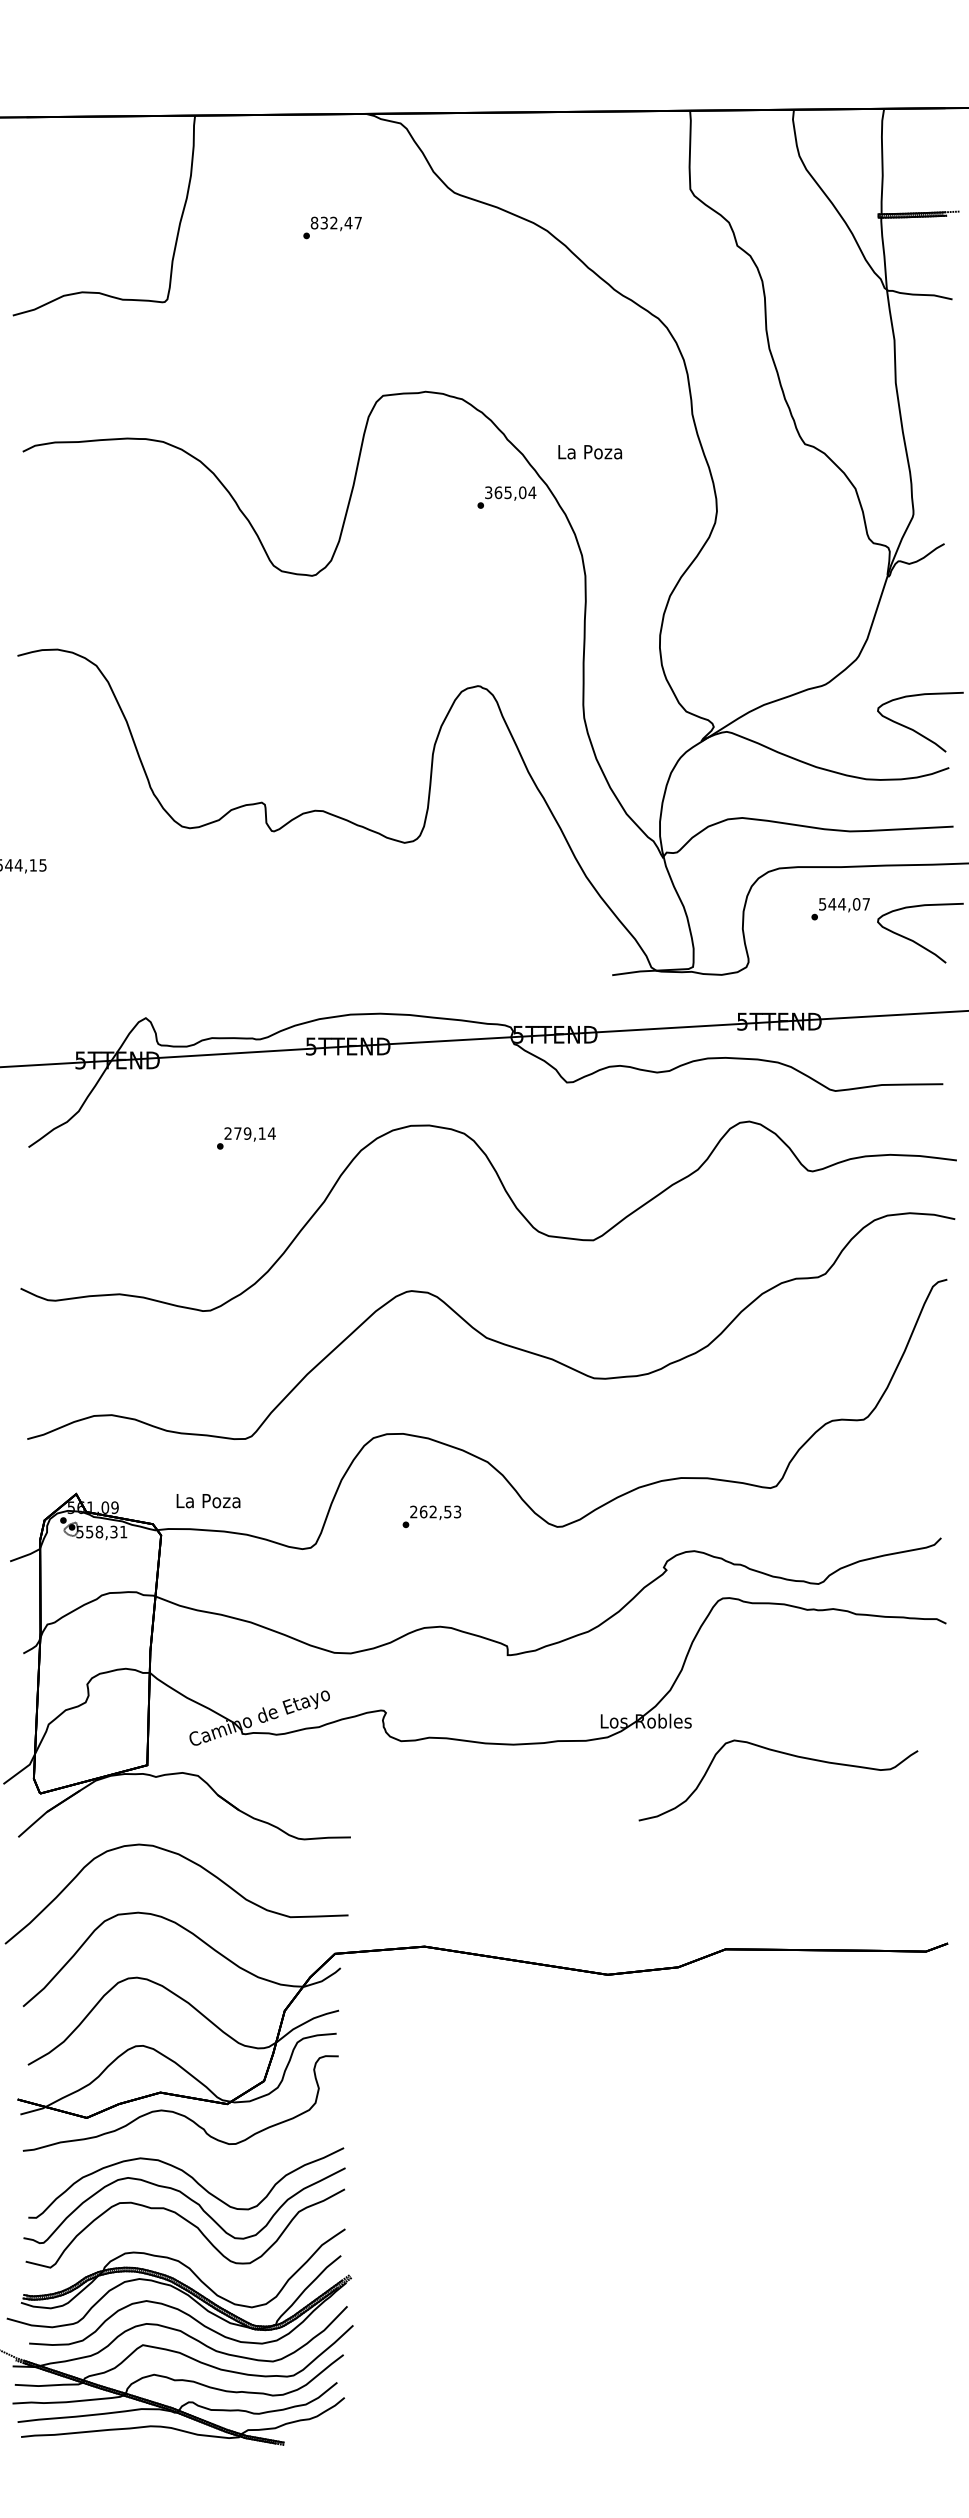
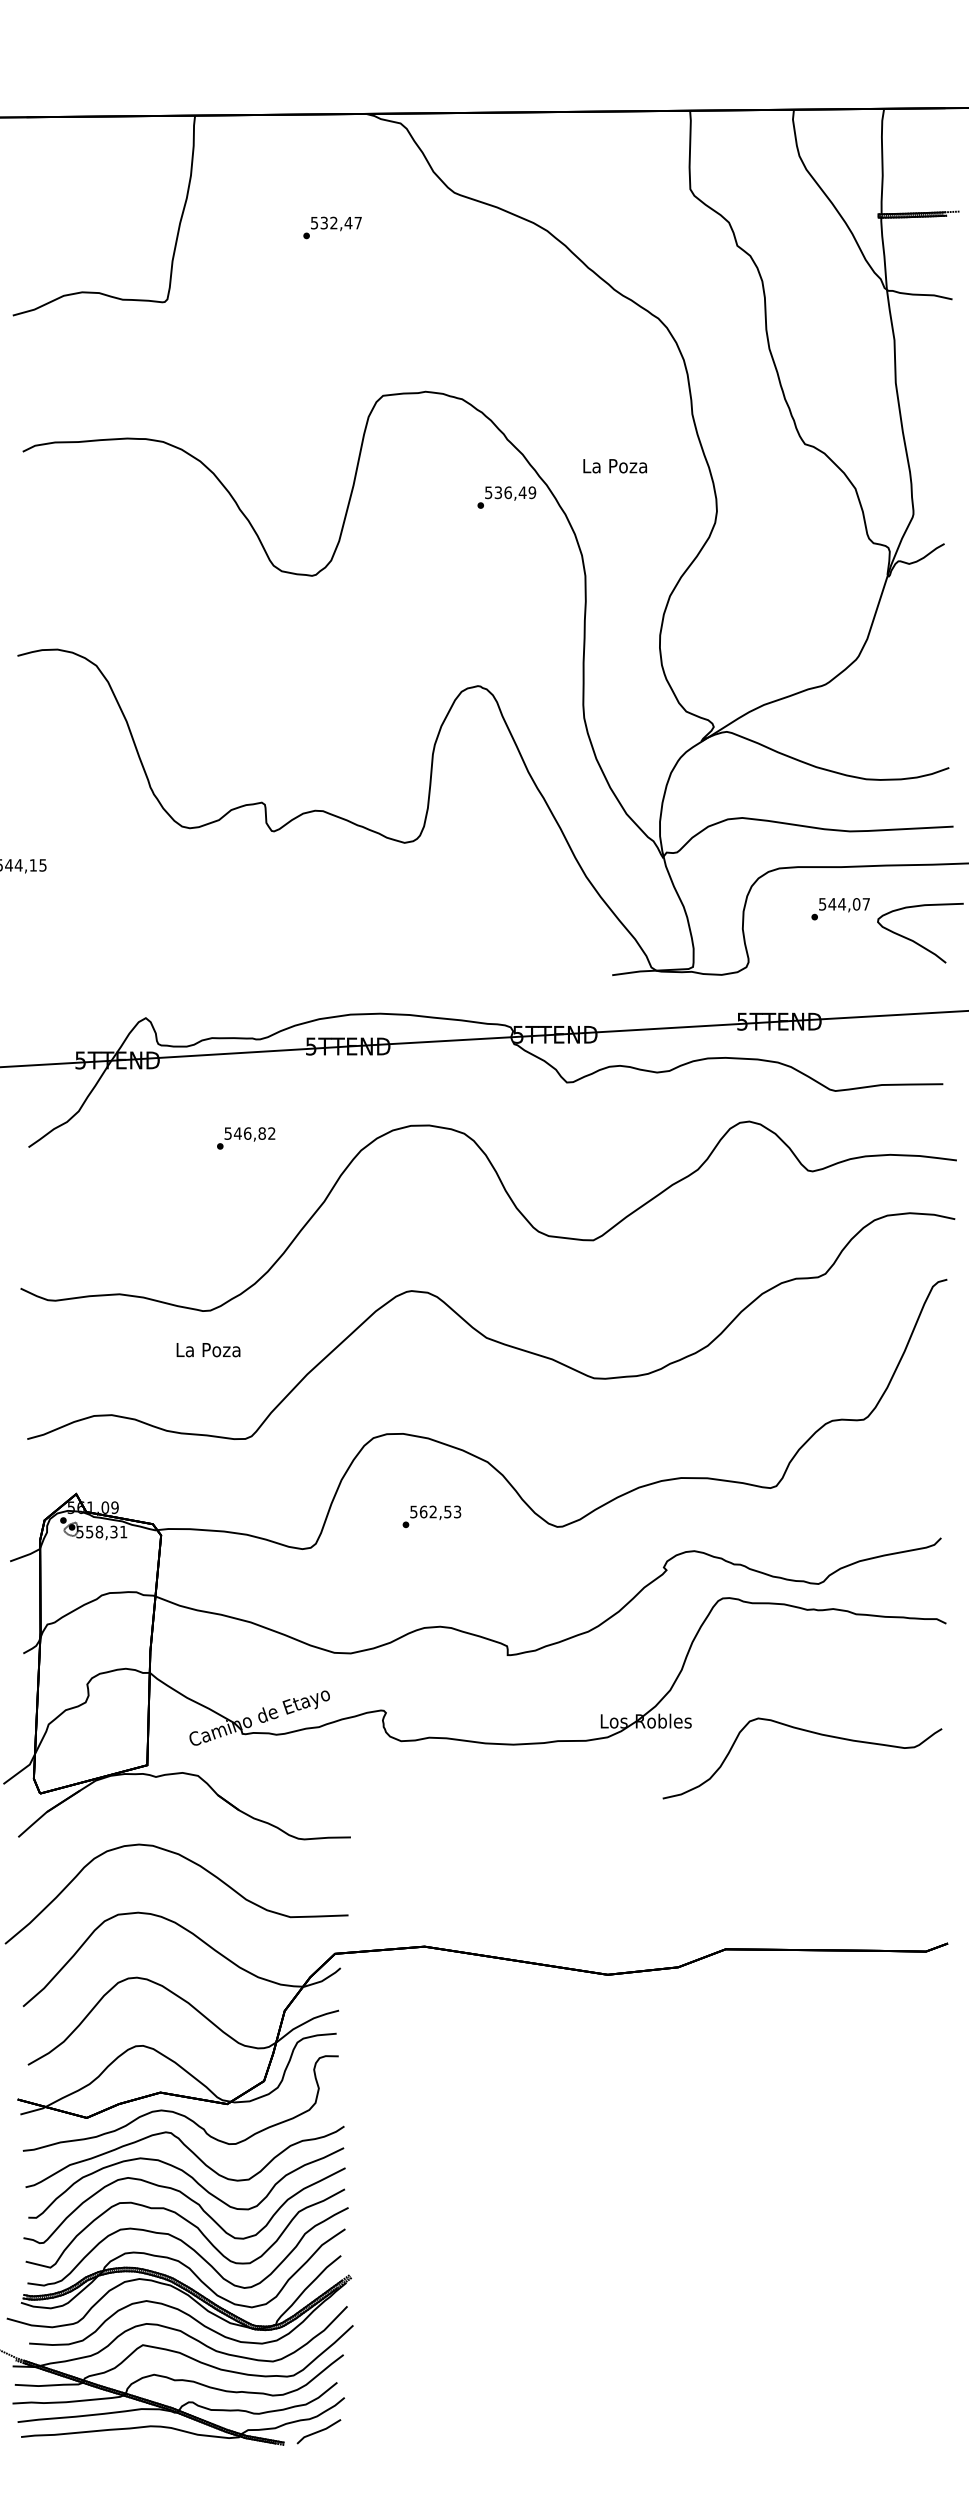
text at (314, 222): 832,47 -> 532,47
text at (589, 452) position: (589, 452) -> (614, 466)
text at (510, 492): 365,04 -> 536,49
curve at (914, 729): present -> none
text at (249, 1133): 279,14 -> 546,82
text at (208, 1501) position: (208, 1501) -> (208, 1350)
text at (413, 1511): 262,53 -> 562,53
curve at (784, 1754) position: (784, 1754) -> (808, 1732)
curve at (189, 2150): none -> present
part at (187, 2247): none -> present
line at (318, 2431): none -> present
